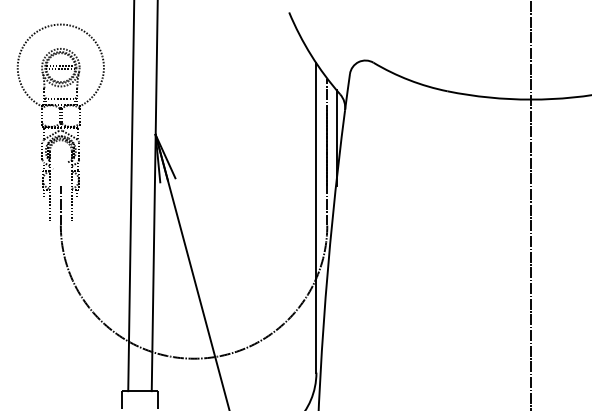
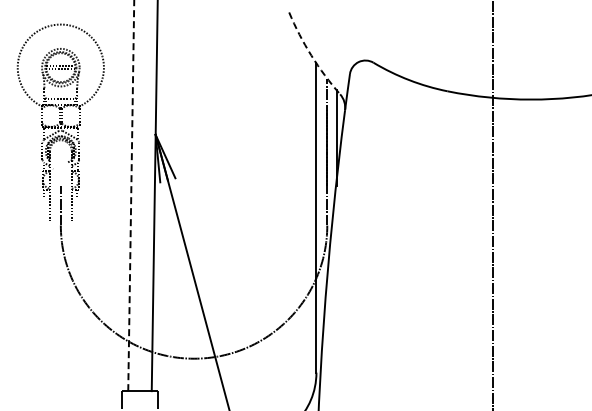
arc at (311, 55): solid -> dashed
line at (131, 195): solid -> dashed
line at (531, 204) position: (531, 204) -> (493, 204)
